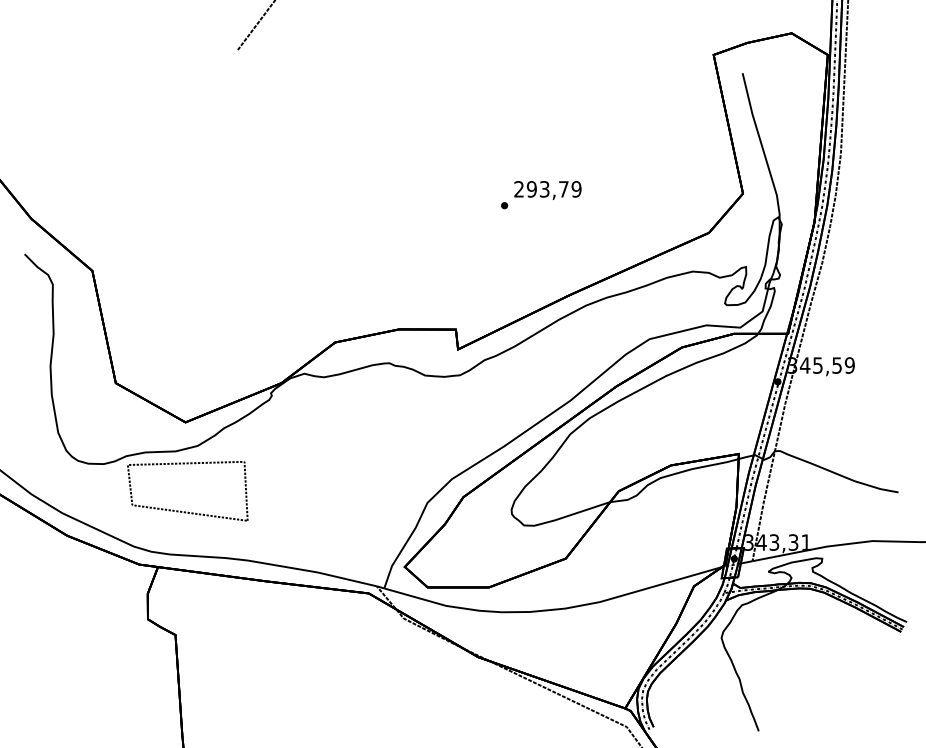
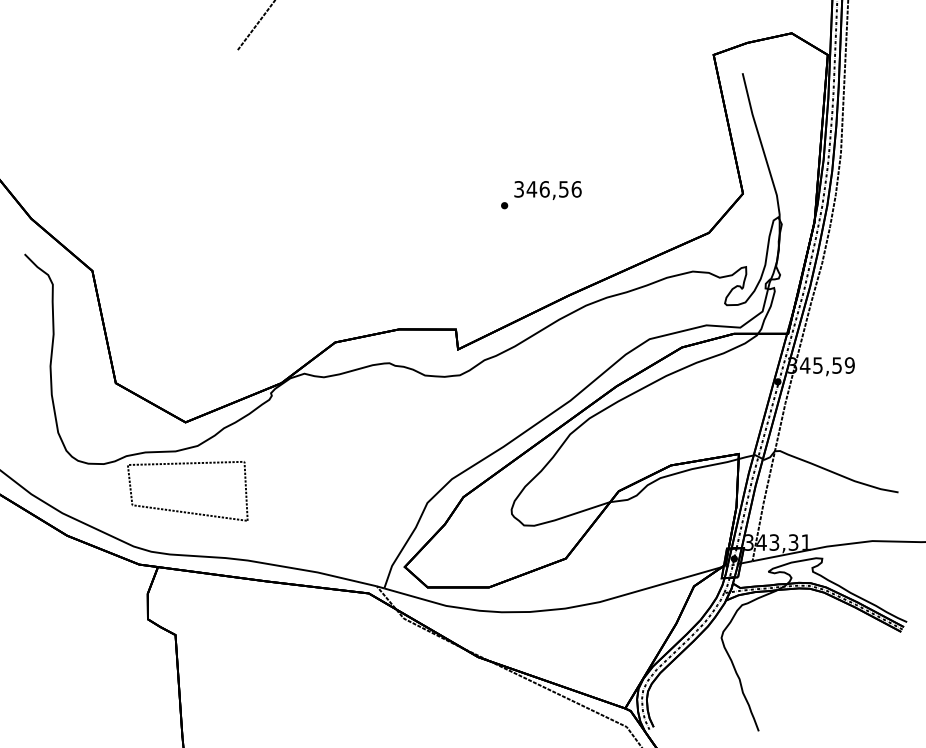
text at (547, 189): 293,79 -> 346,56
